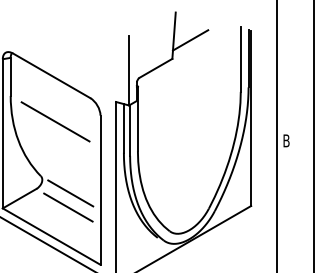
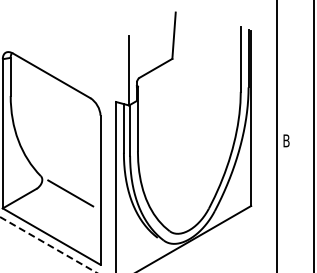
line at (190, 40): present -> none
line at (55, 121): present -> none
line at (68, 207): present -> none
line at (48, 244): solid -> dashed
